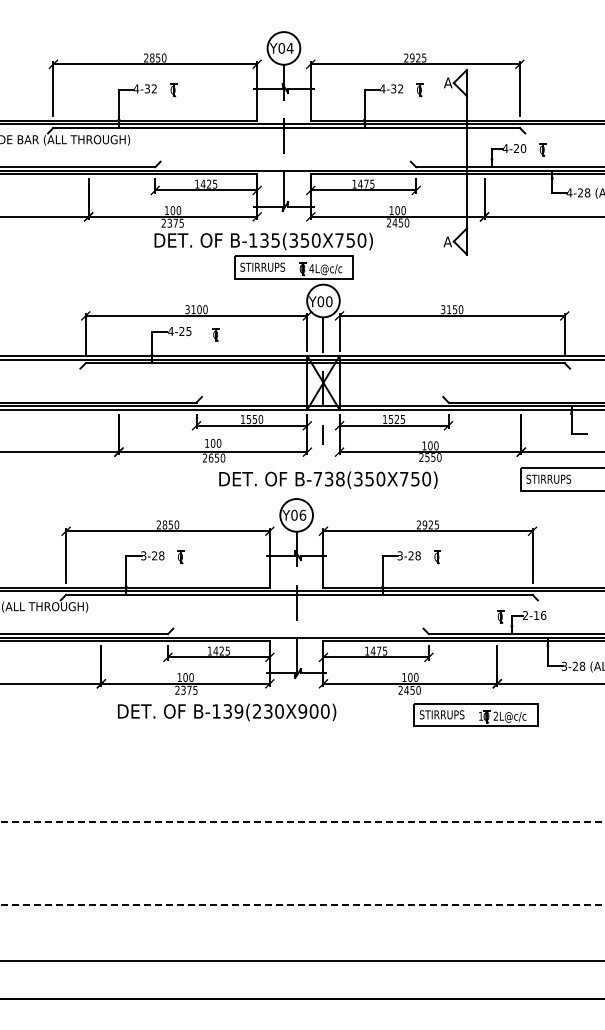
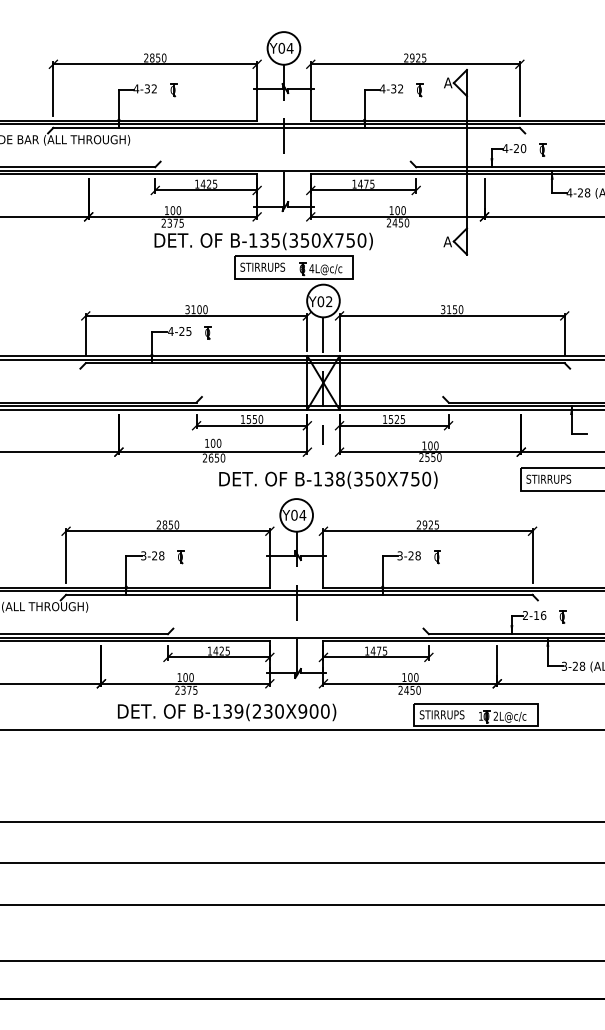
text at (329, 301): Y00 -> Y02
part at (215, 334) position: (215, 334) -> (207, 332)
text at (317, 479): B-738(3 -> B-138(3
text at (302, 514): Y06 -> Y04
part at (500, 616) position: (500, 616) -> (562, 616)
line at (301, 730): none -> present
line at (302, 821): dashed -> solid
line at (301, 863): none -> present
line at (302, 904): dashed -> solid
